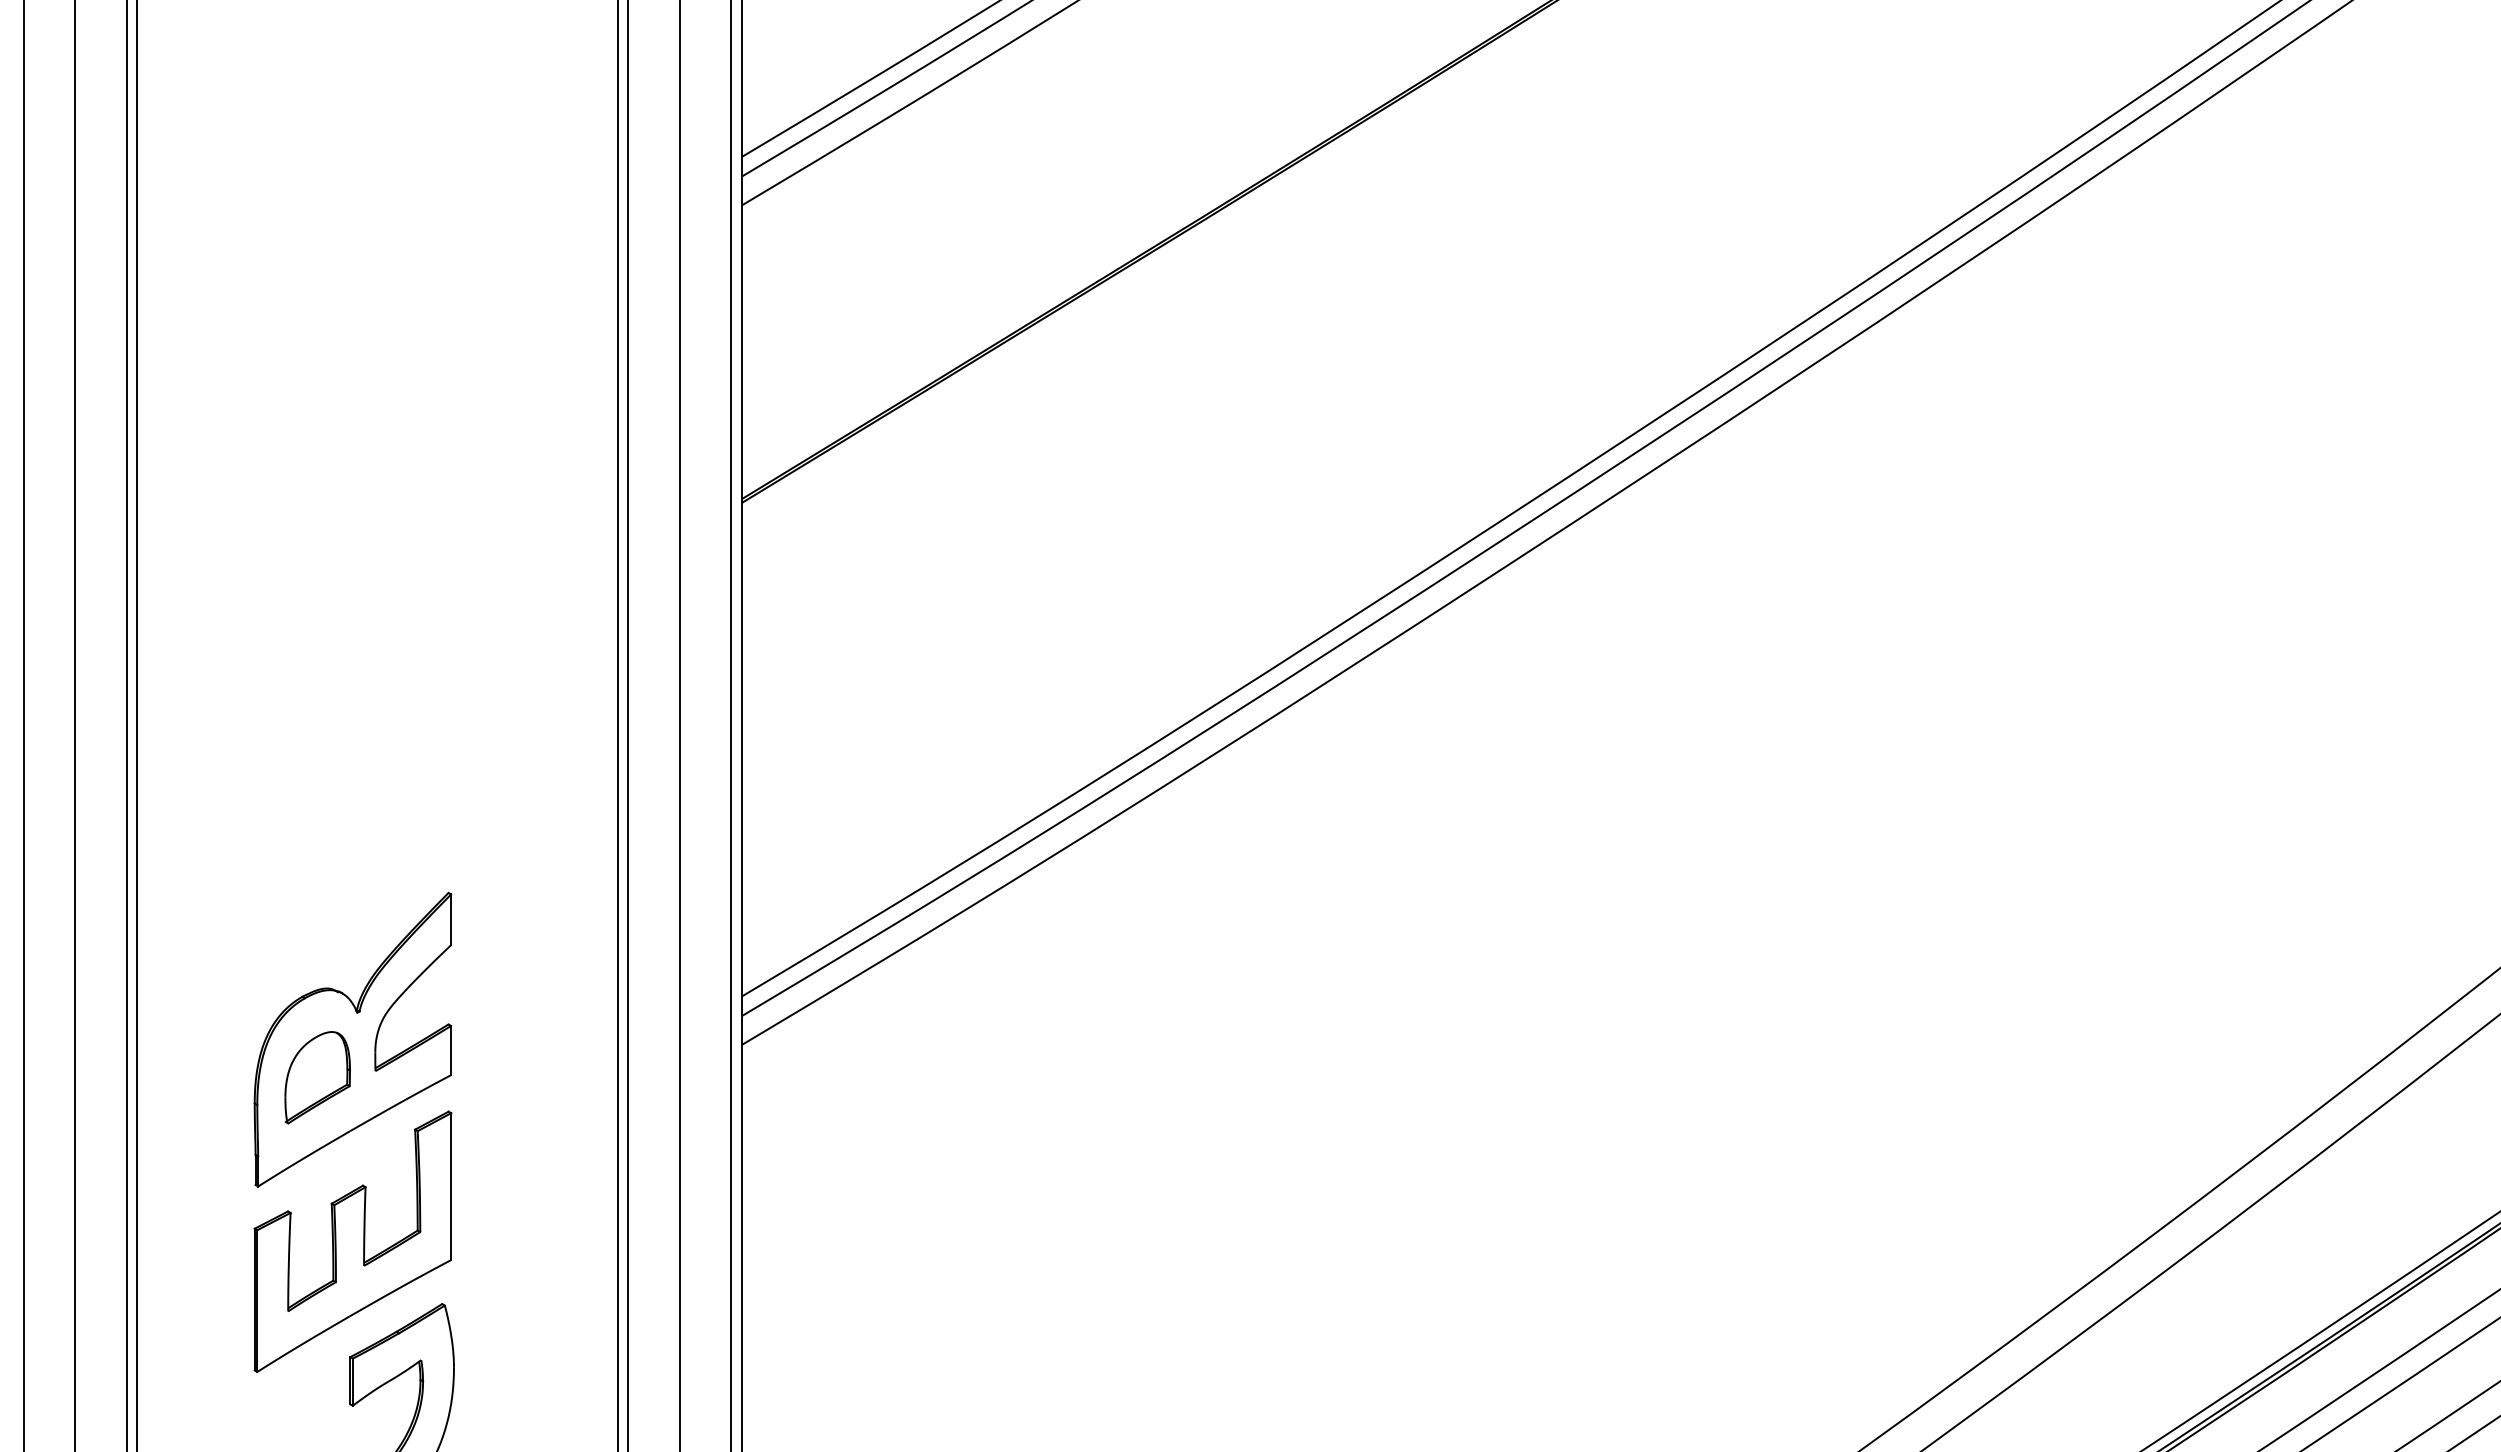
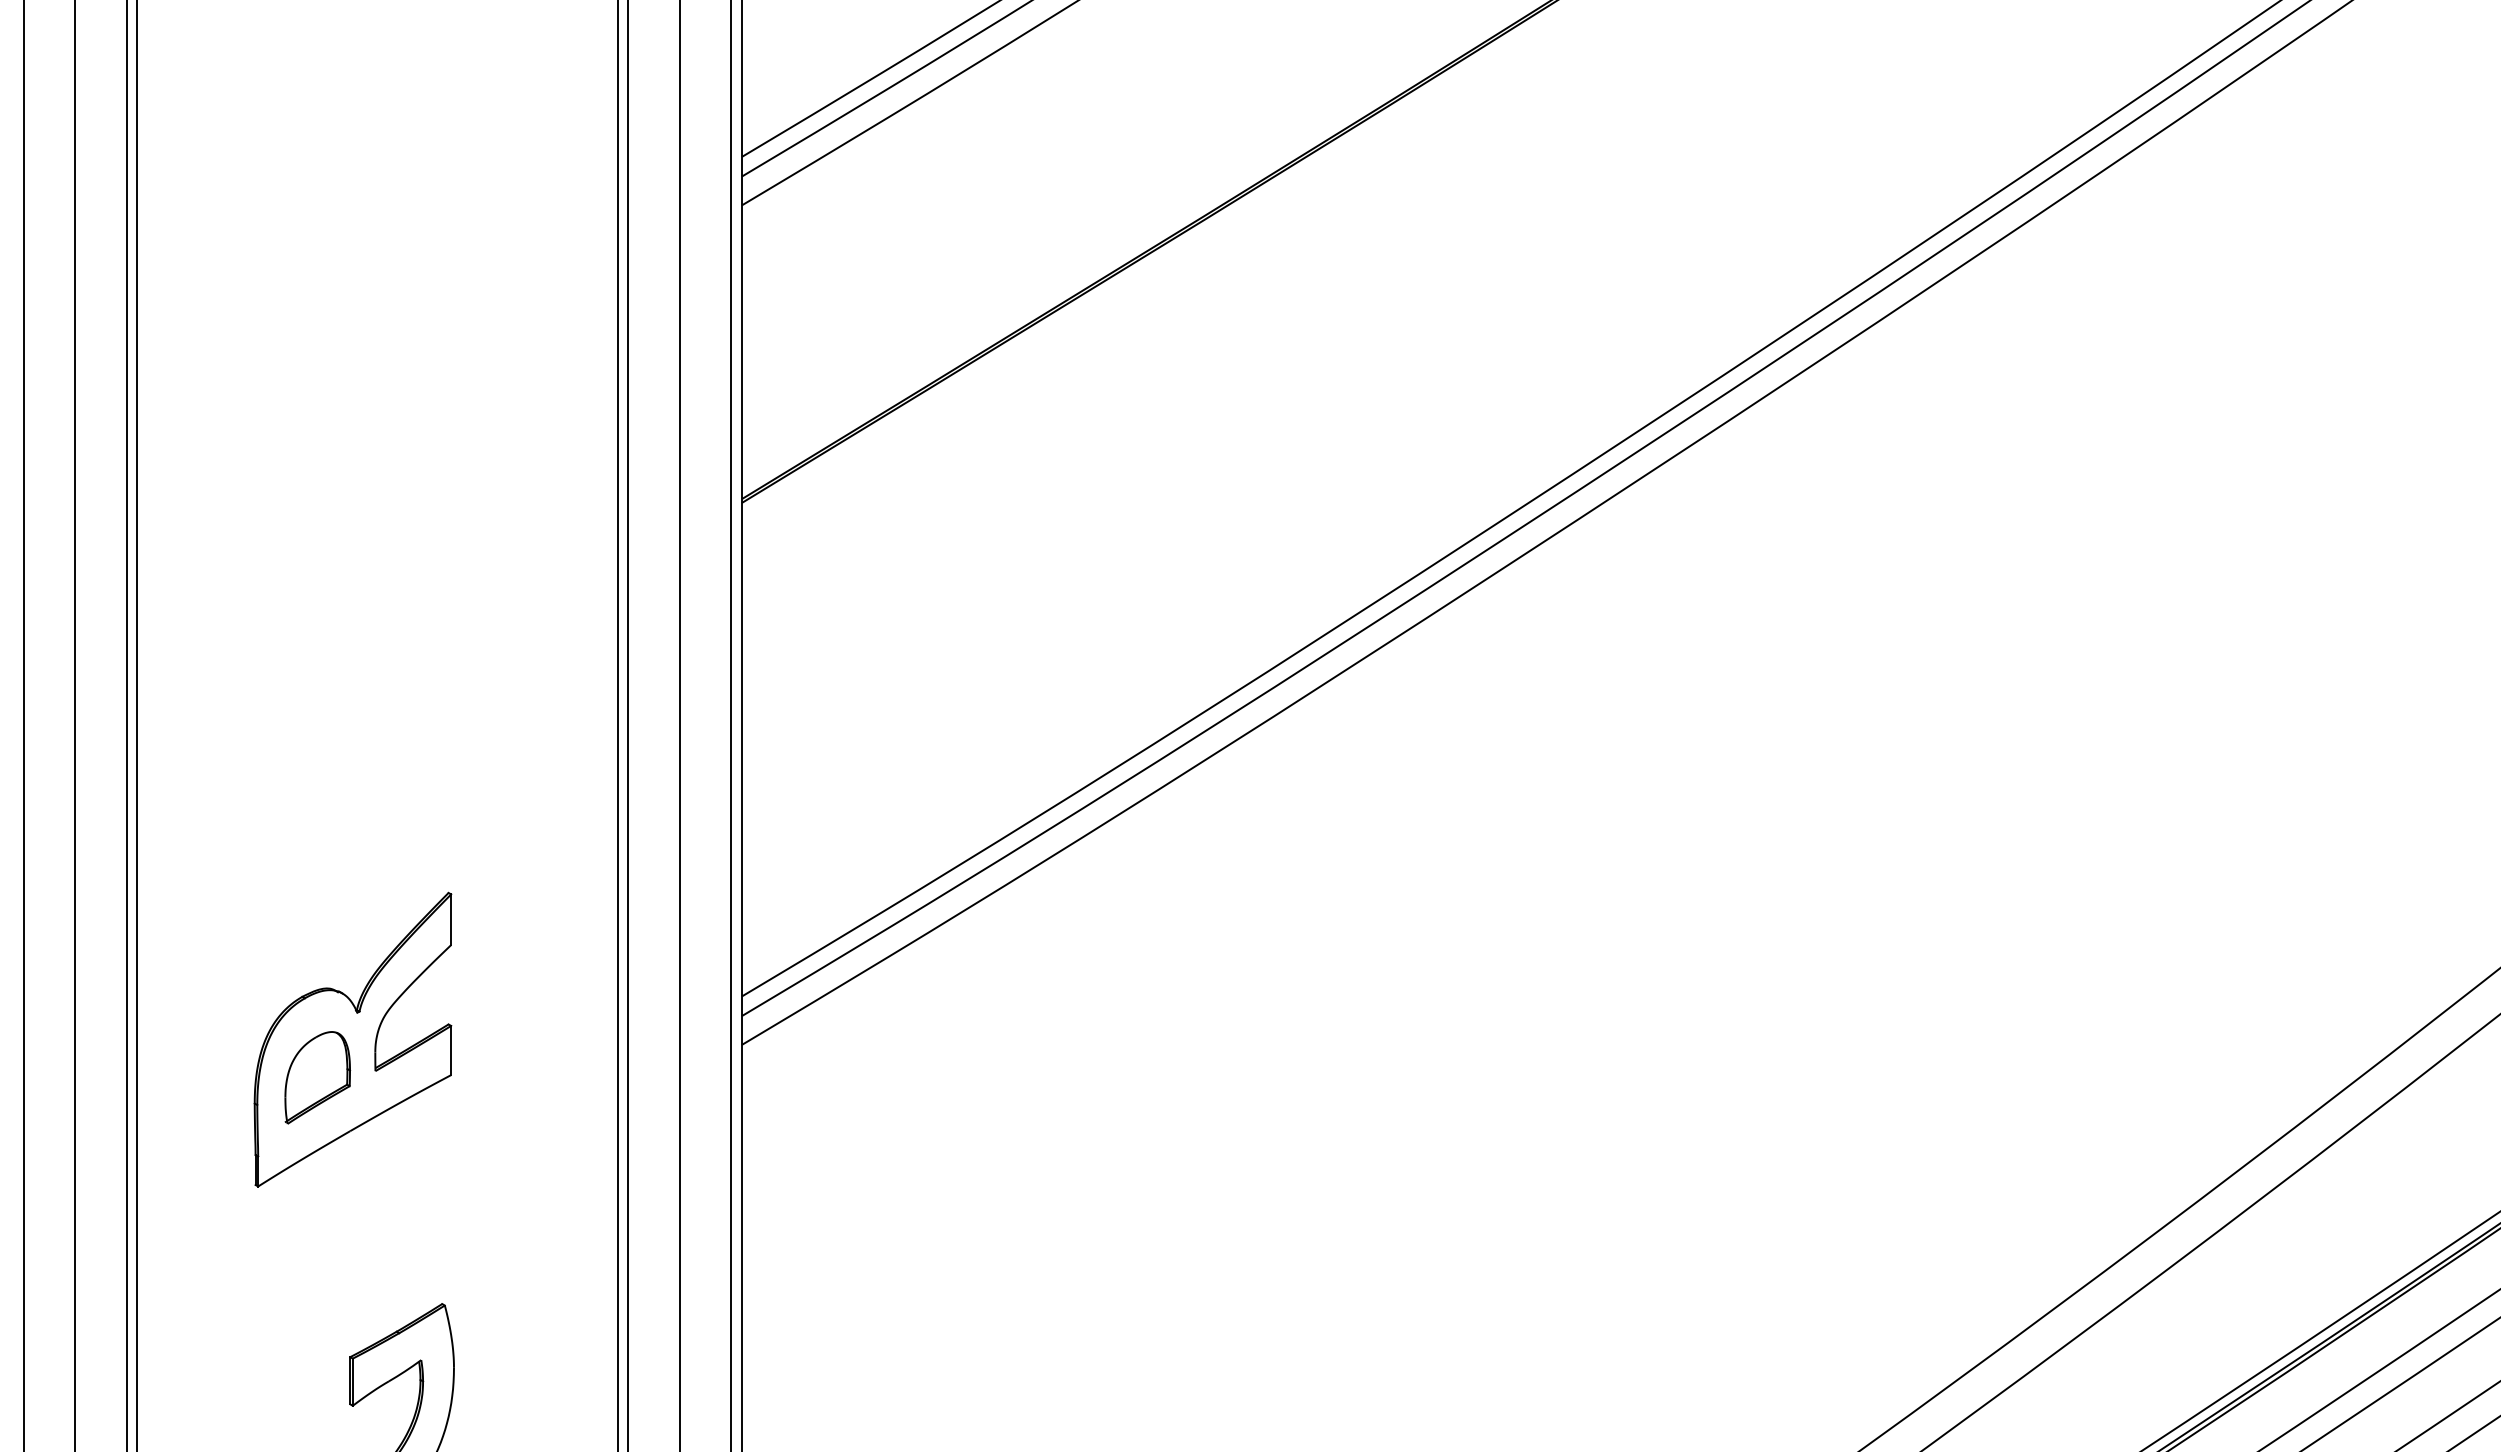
part at (352, 1241): present -> none
